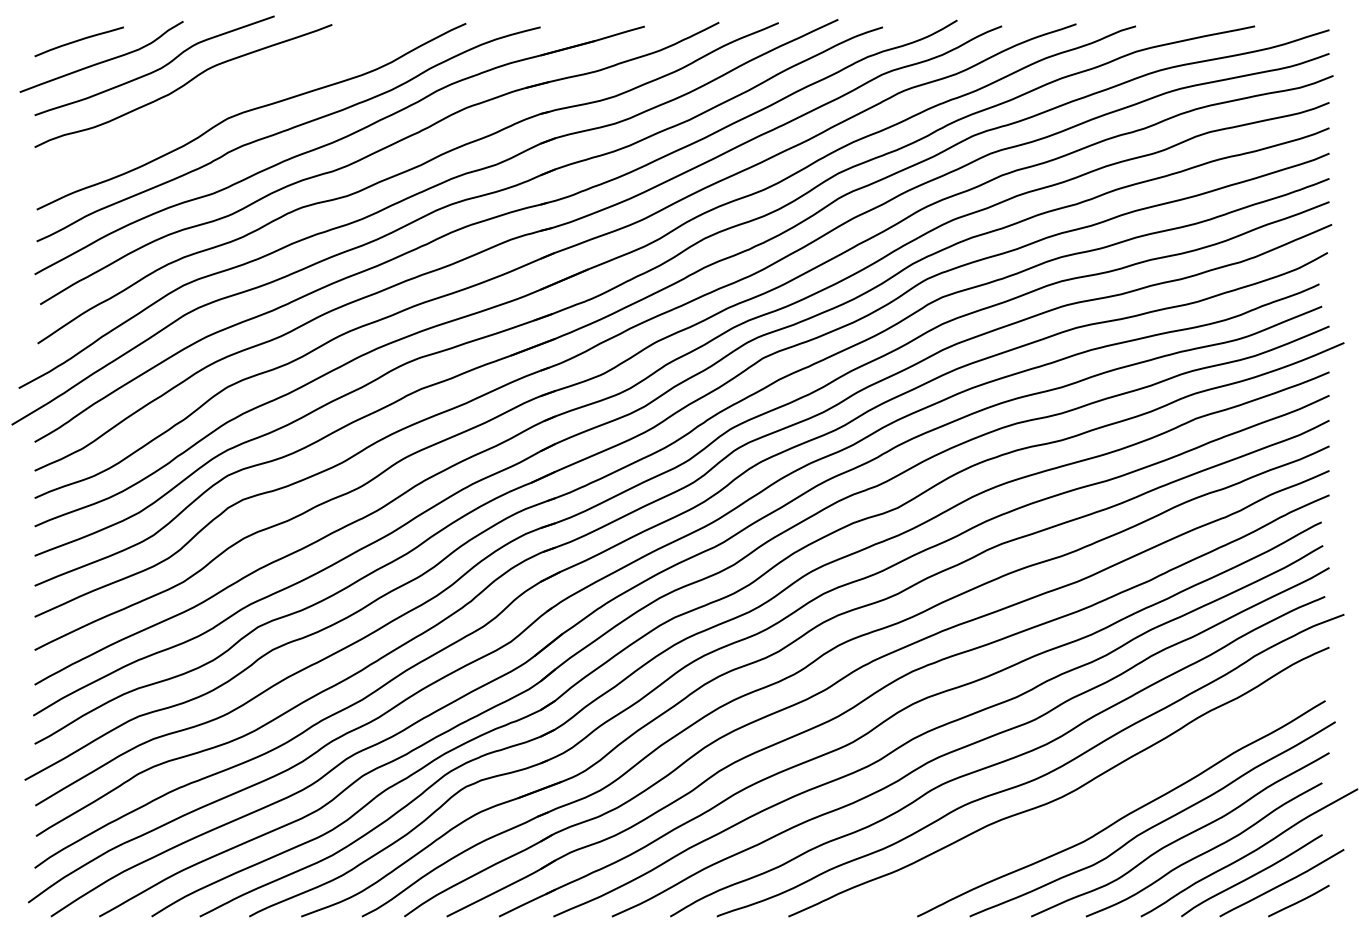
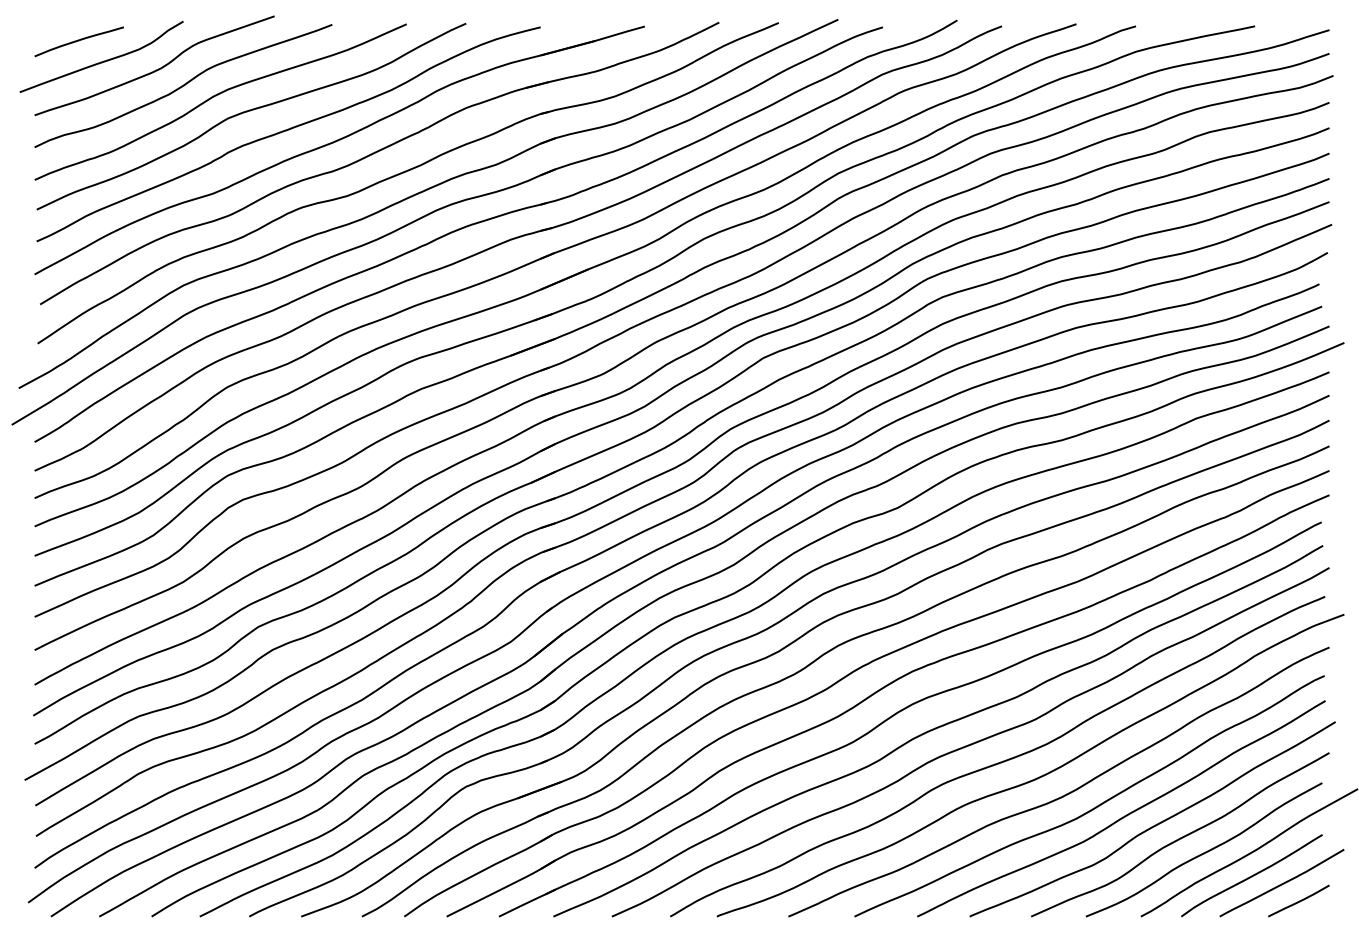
curve at (218, 95): none -> present
curve at (1095, 806): none -> present
